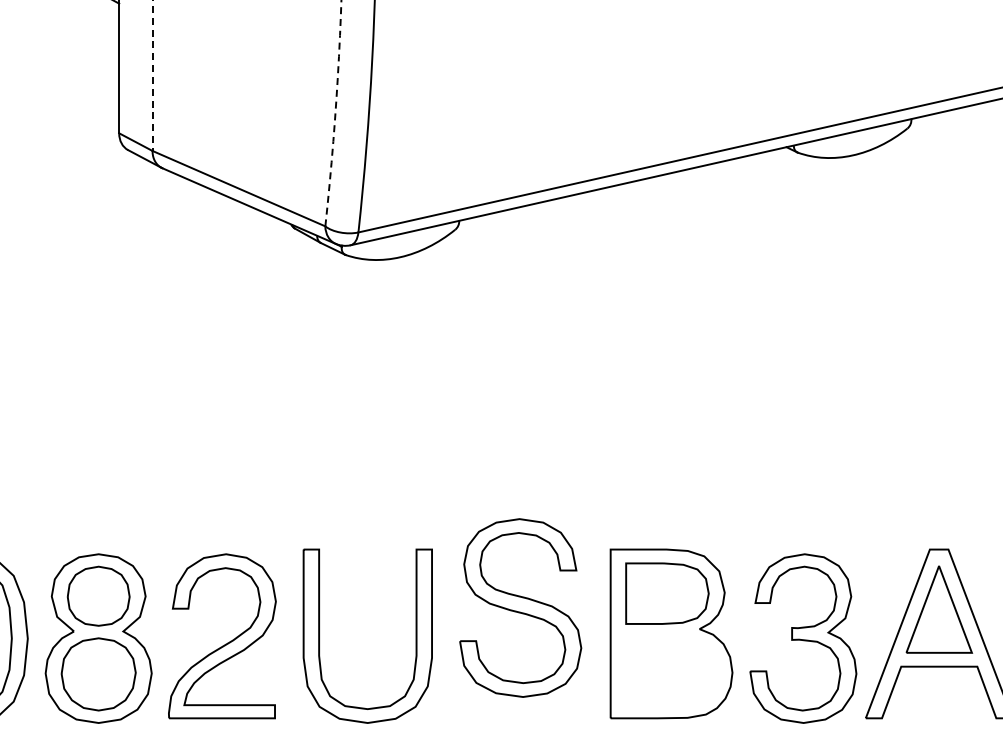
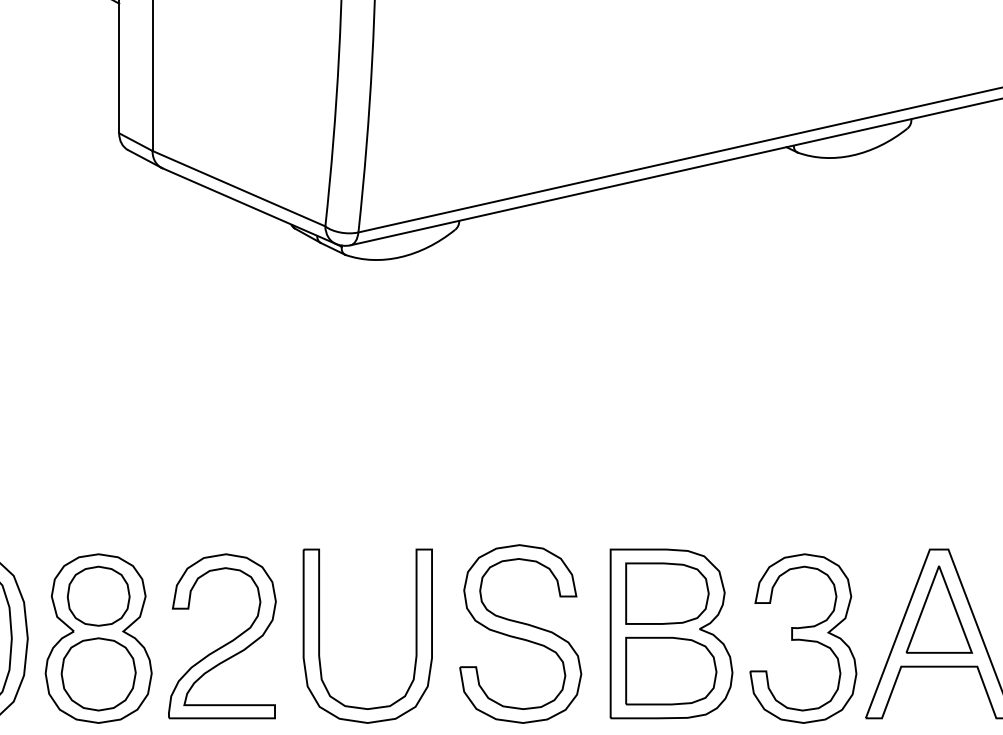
line at (152, 76): dashed -> solid
arc at (335, 113): dashed -> solid
part at (520, 607) position: (520, 607) -> (520, 633)
part at (671, 670): none -> present
